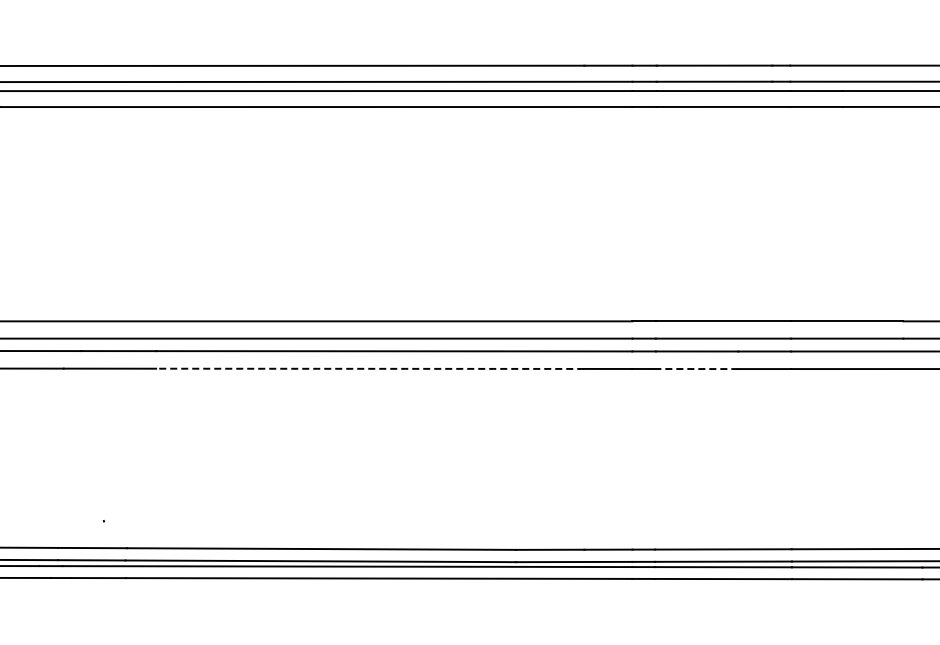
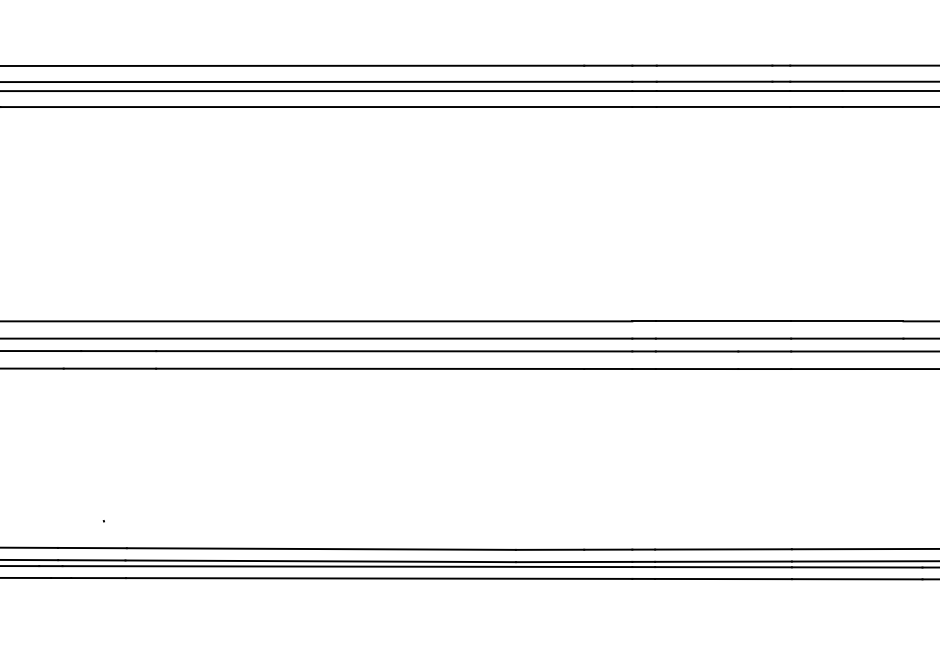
line at (369, 368): dashed -> solid
line at (696, 369): dashed -> solid
